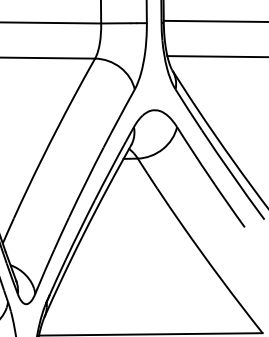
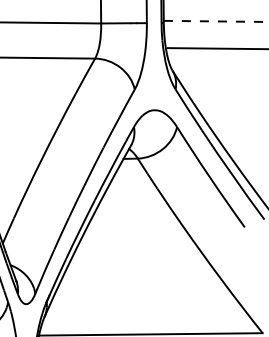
line at (216, 21): solid -> dashed
line at (216, 56) position: (216, 56) -> (216, 48)
